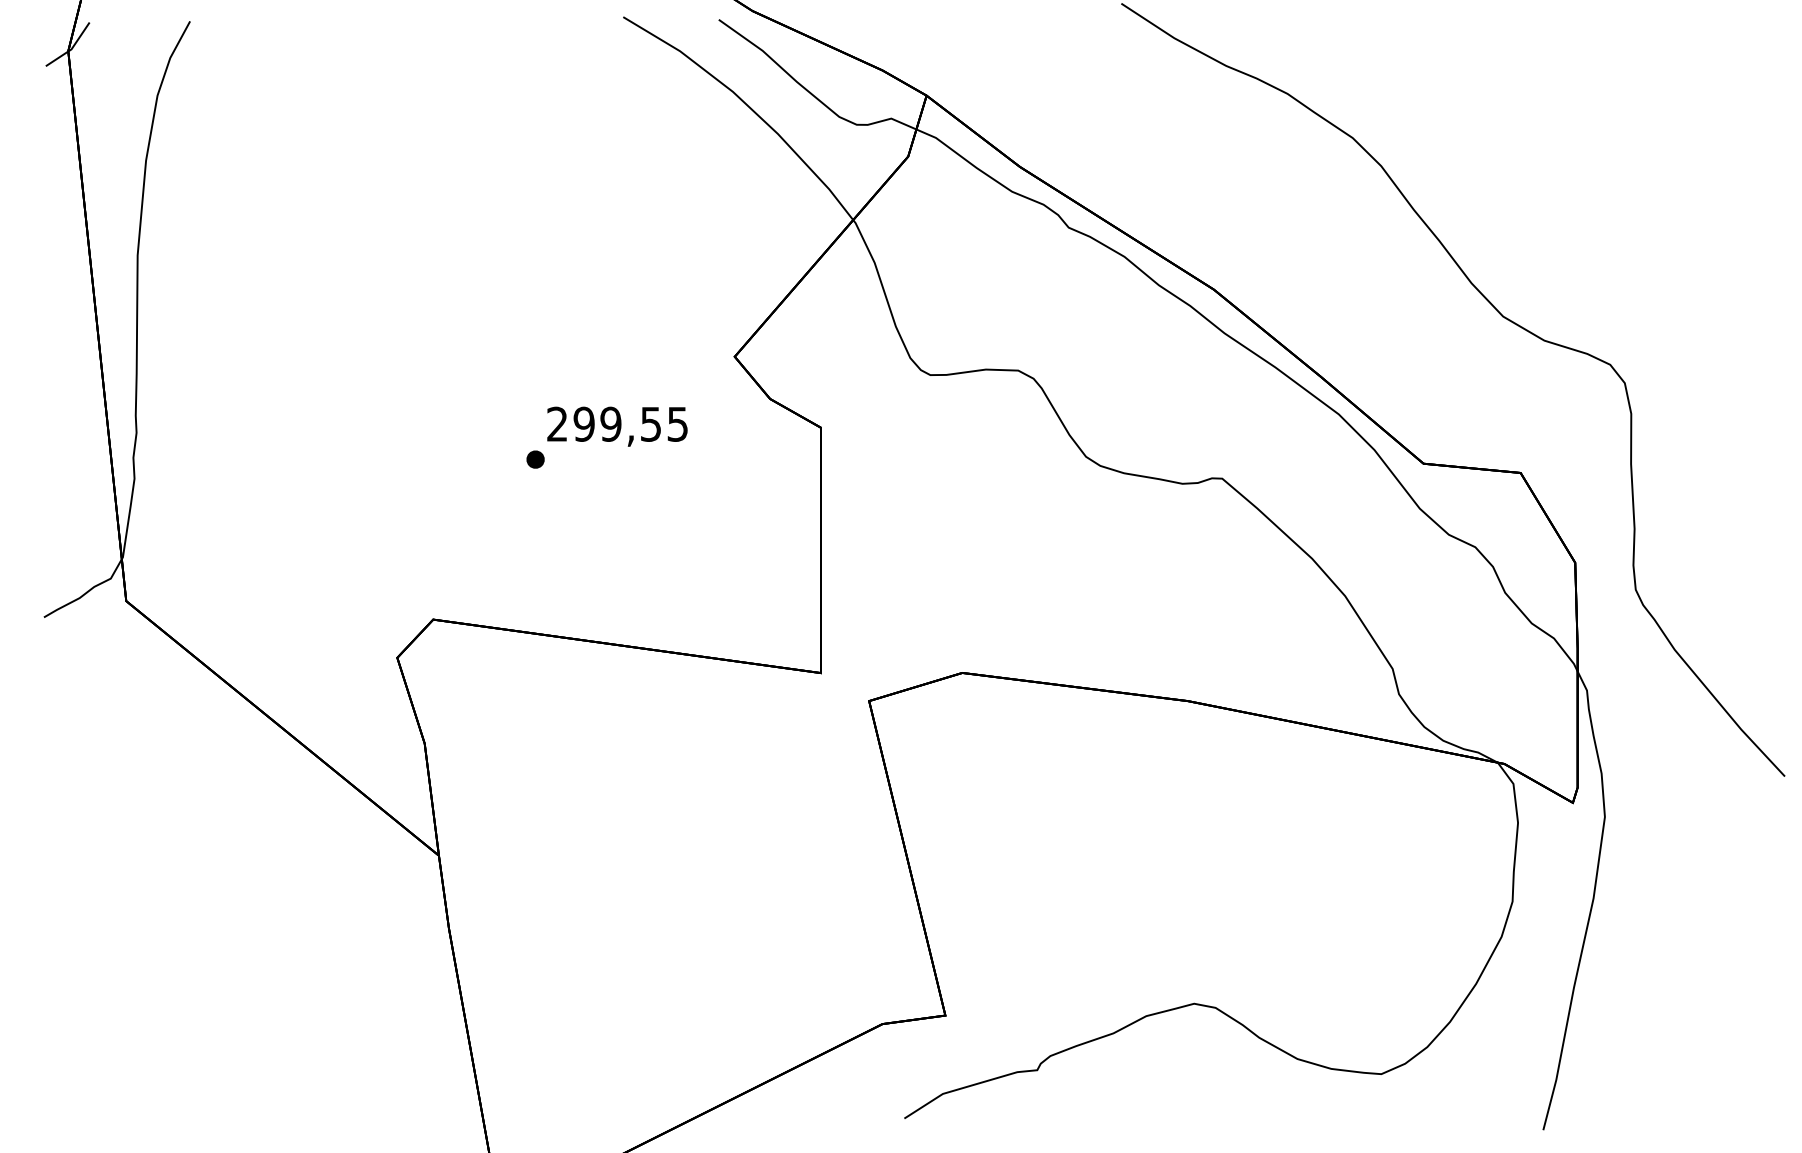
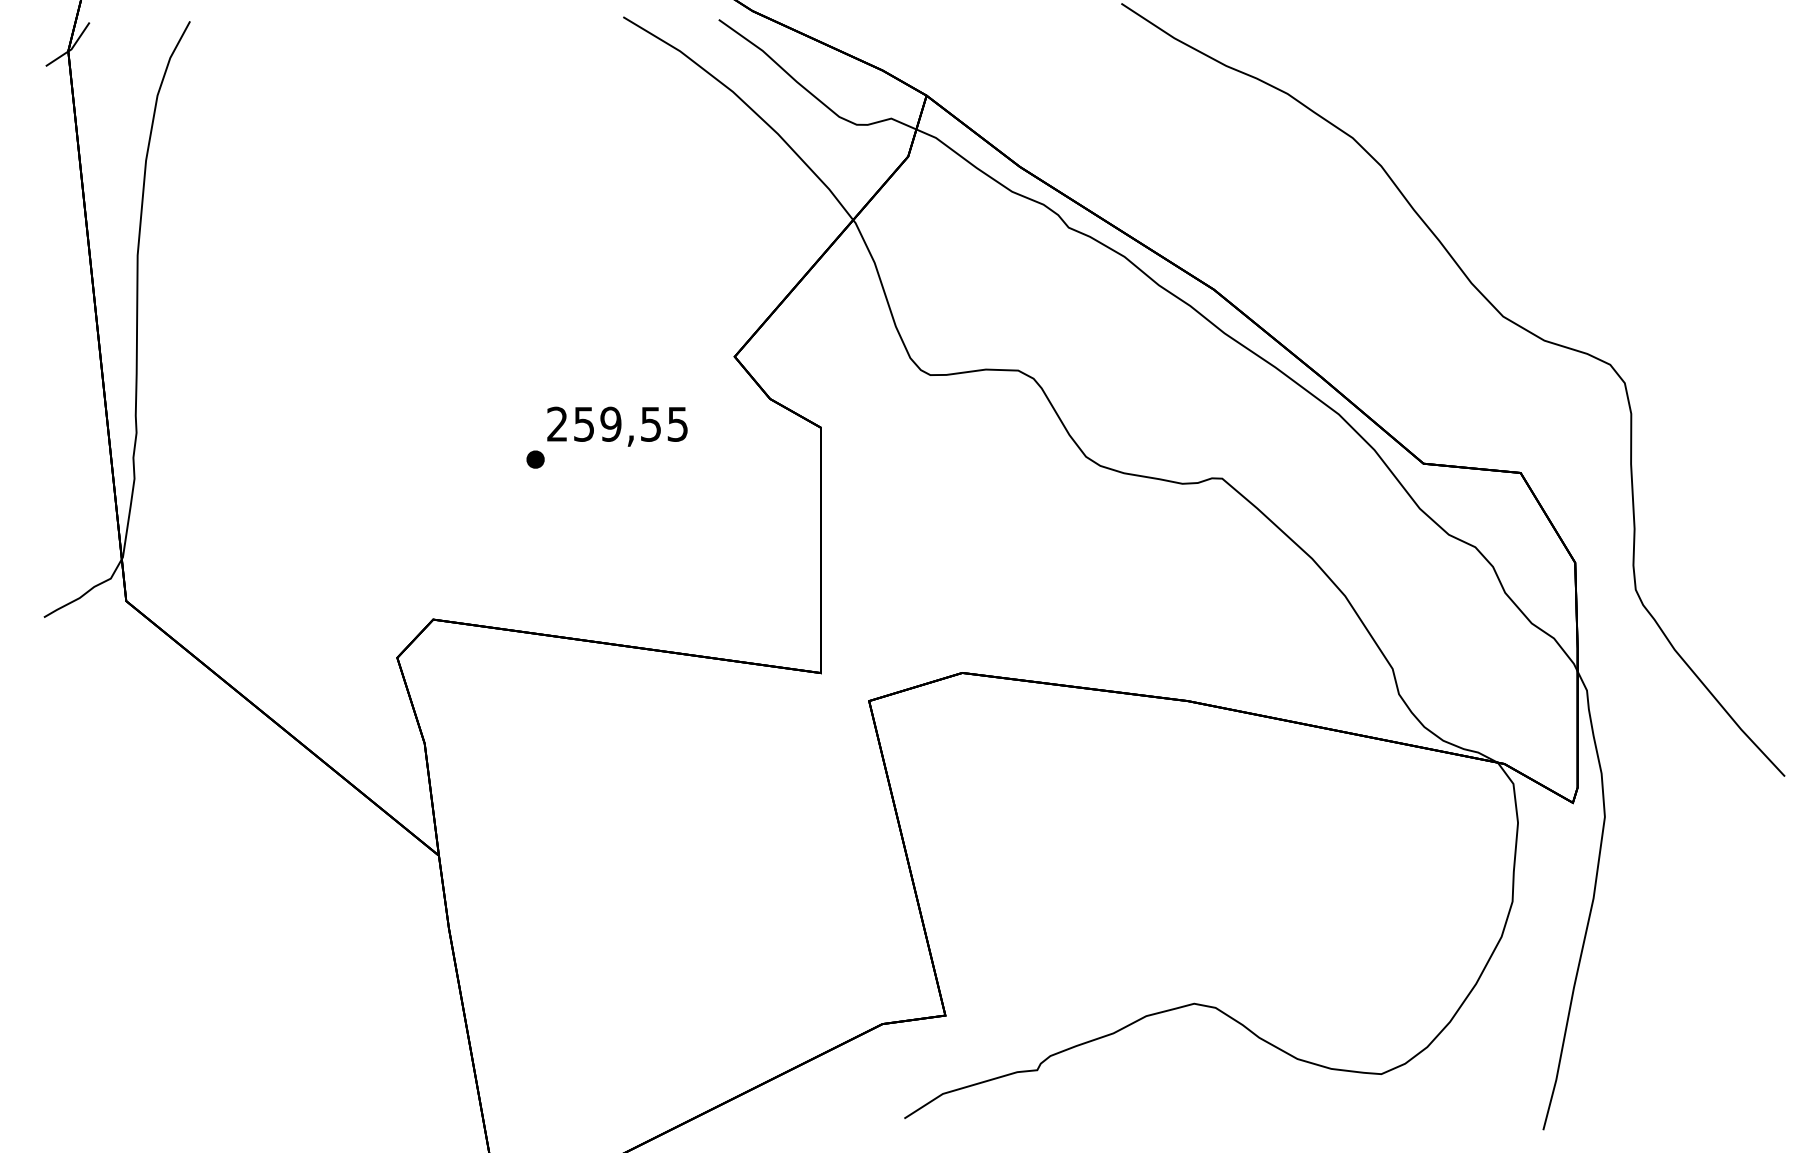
text at (583, 423): 299,55 -> 259,55
